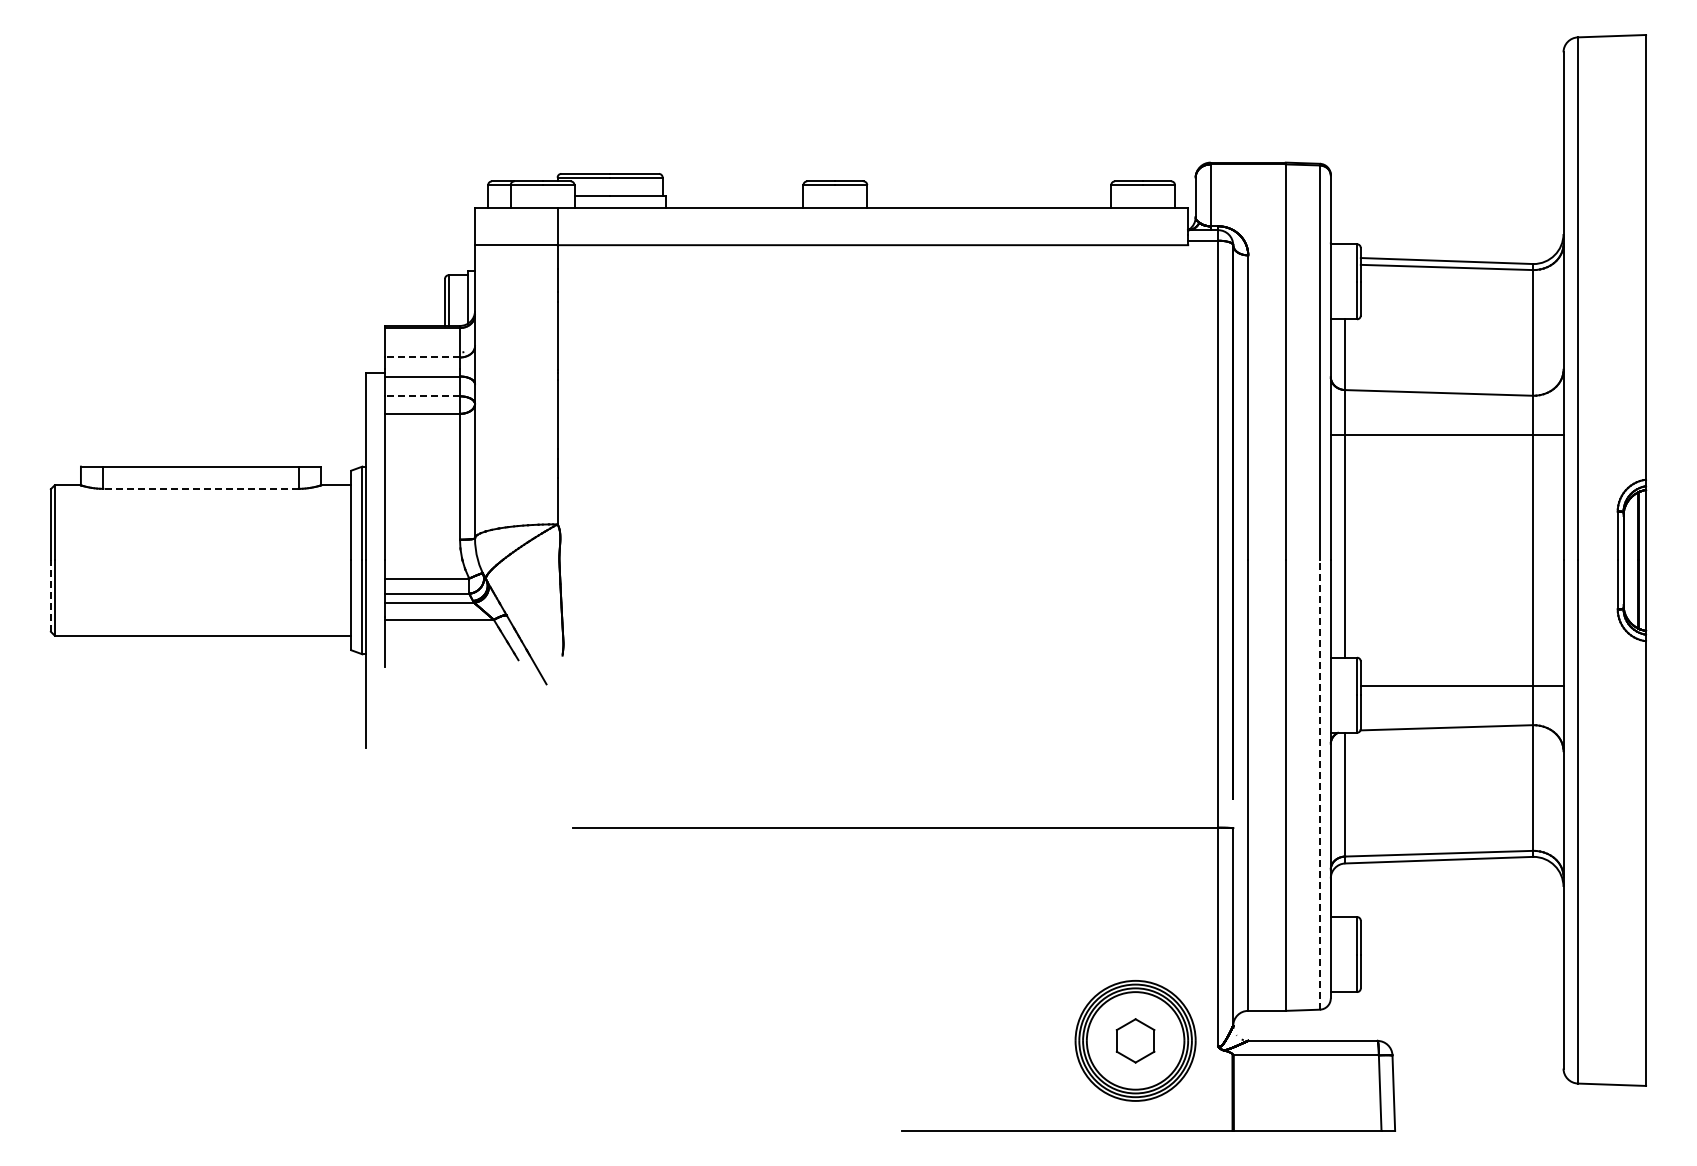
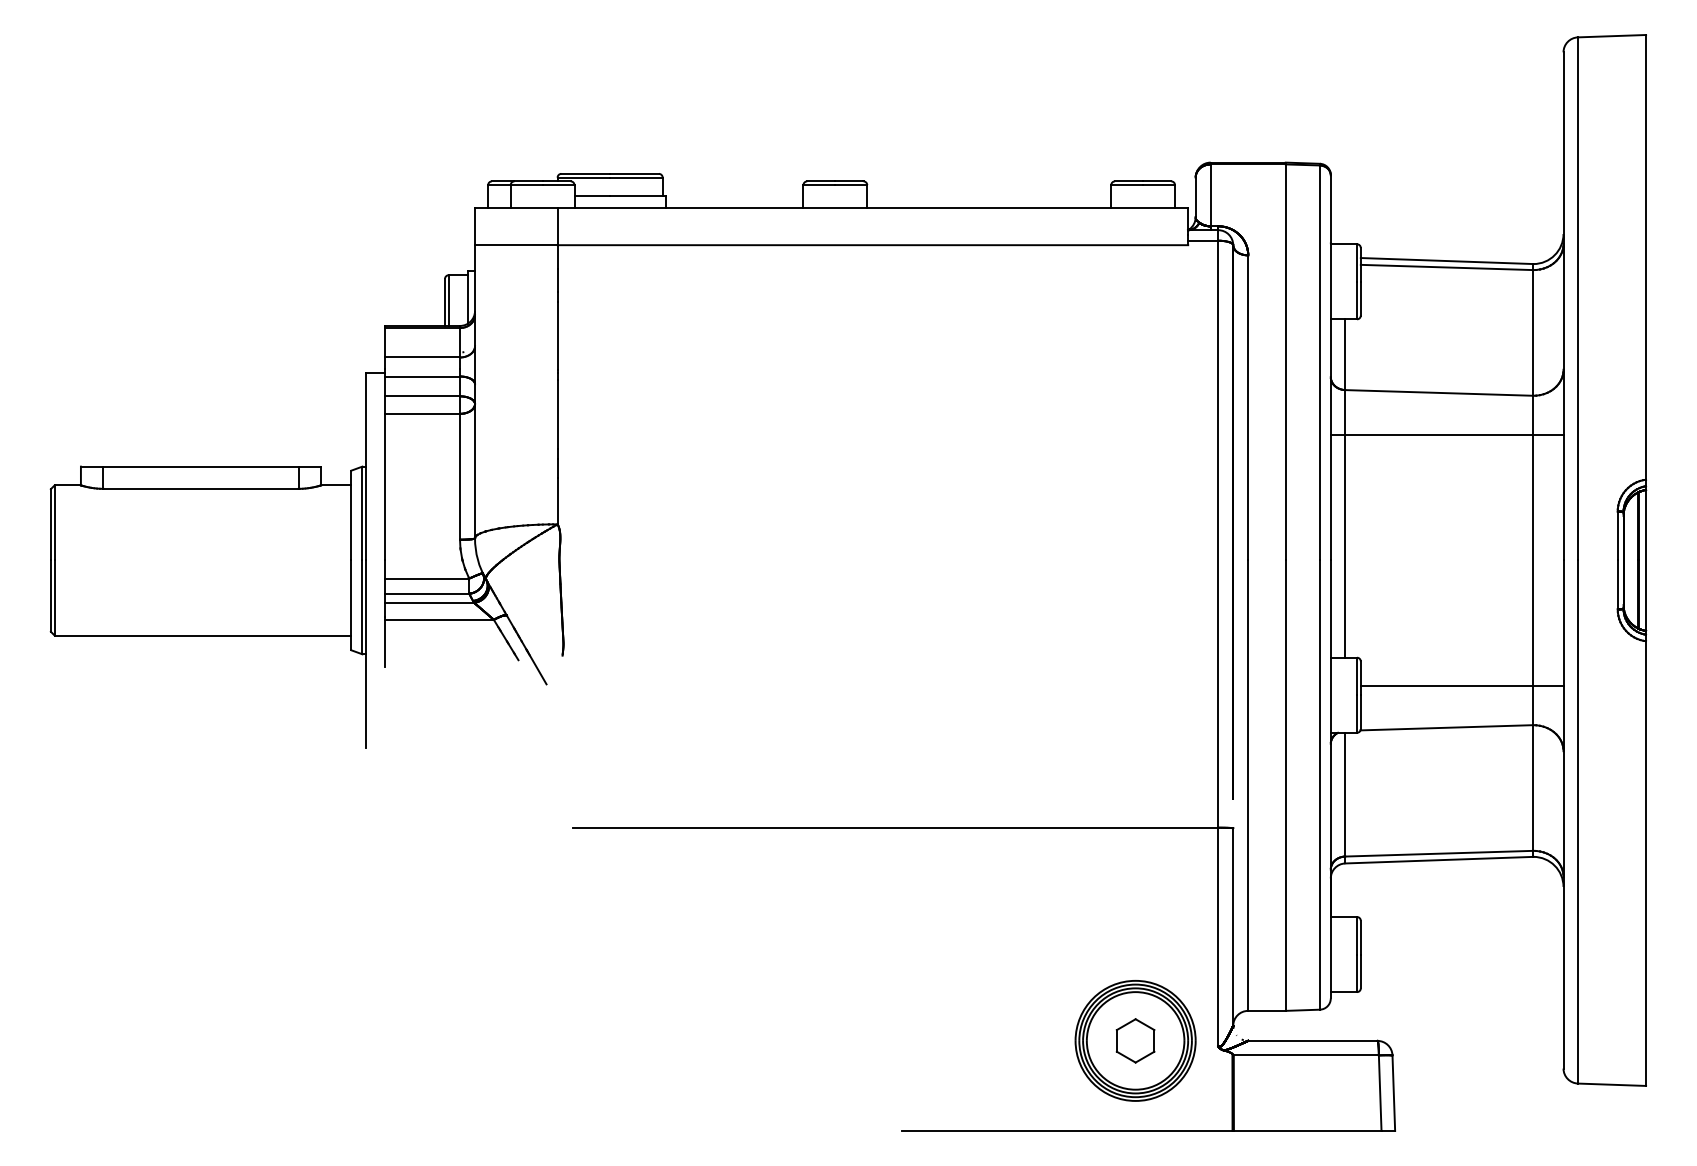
line at (422, 357): dashed -> solid
line at (422, 396): dashed -> solid
line at (201, 488): dashed -> solid
line at (50, 596): dashed -> solid
line at (1319, 785): dashed -> solid
